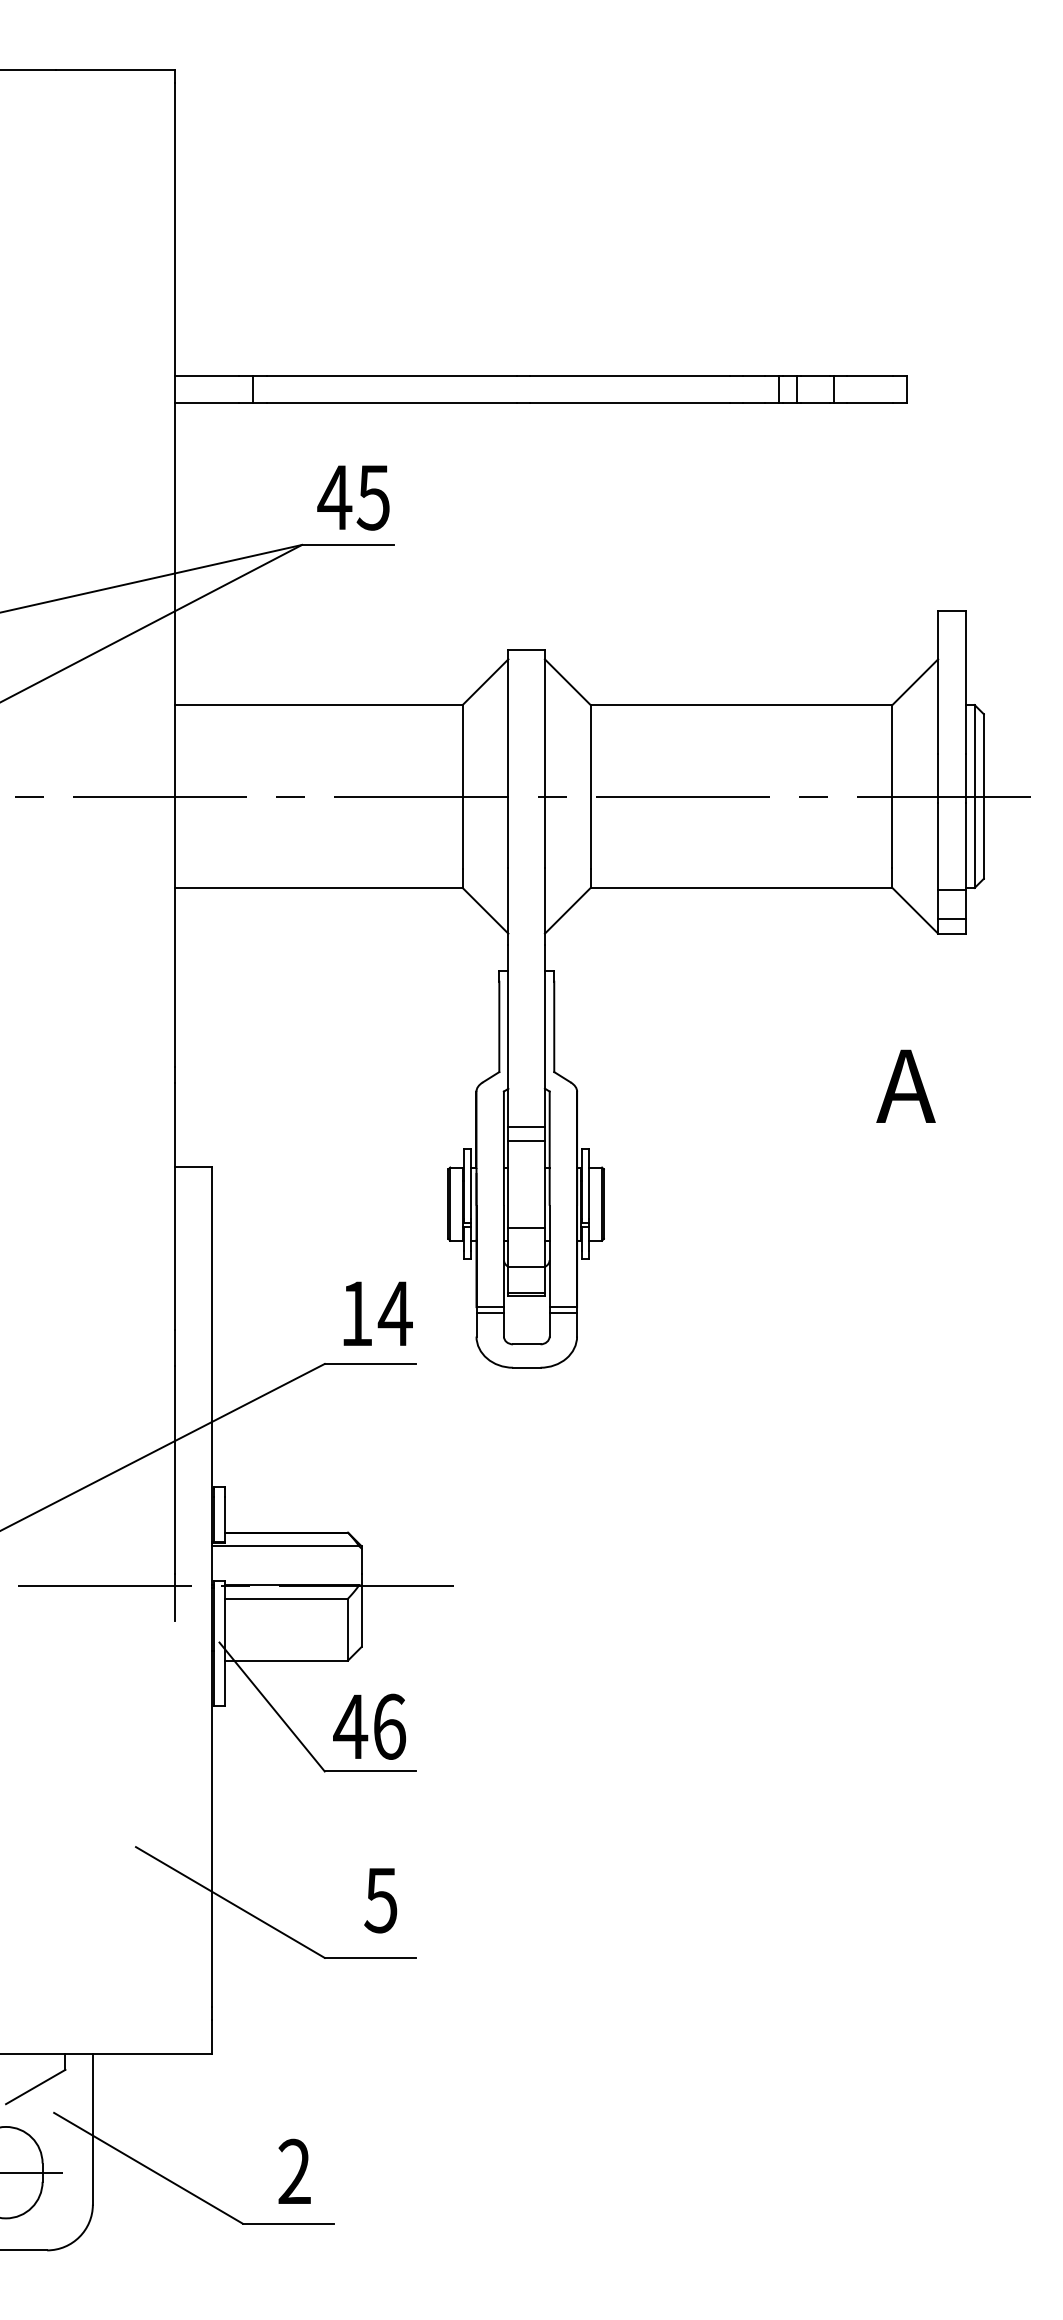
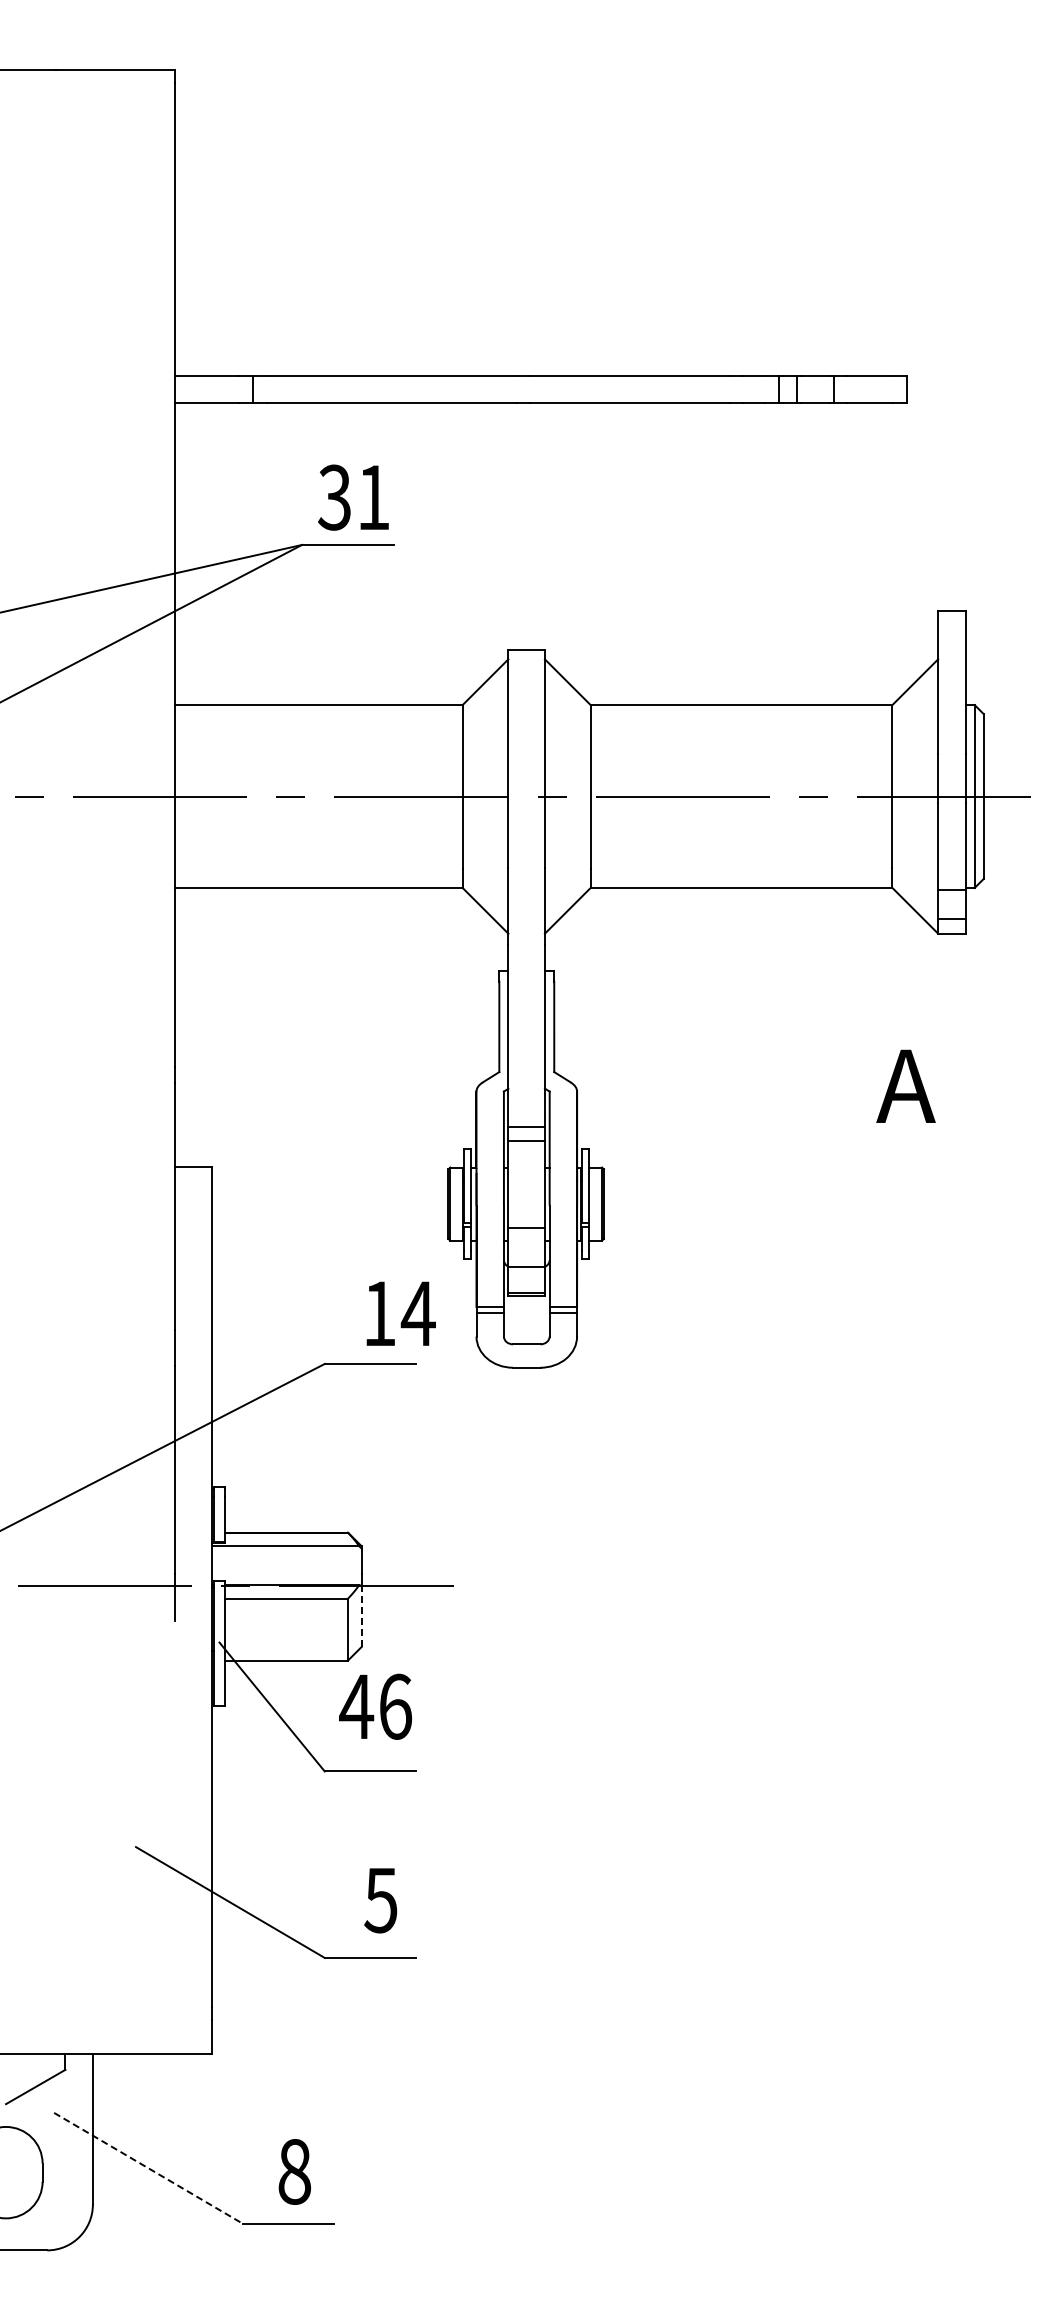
text at (353, 497): 45 -> 31
text at (377, 1313) position: (377, 1313) -> (400, 1313)
line at (361, 1616): solid -> dashed
text at (369, 1726) position: (369, 1726) -> (375, 1706)
line at (148, 2168): solid -> dashed
text at (294, 2171): 2 -> 8
line at (32, 2172): present -> none
